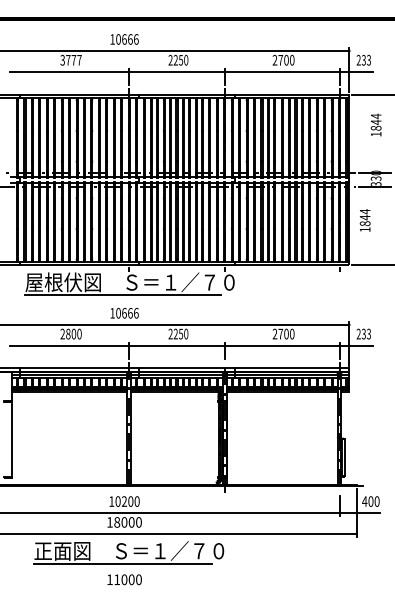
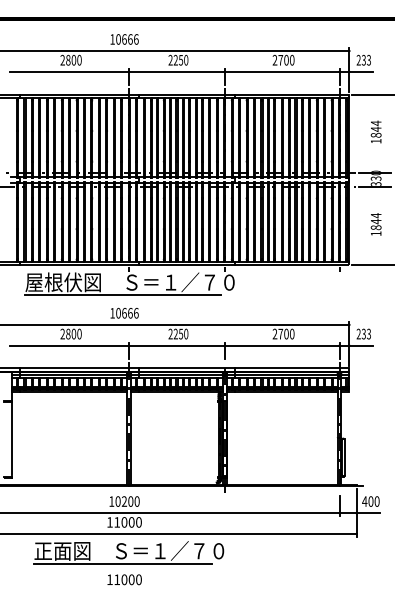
text at (70, 59): 3777 -> 2800
text at (375, 124) position: (375, 124) -> (375, 131)
text at (364, 220) position: (364, 220) -> (375, 224)
text at (117, 522): 18000 -> 11000
